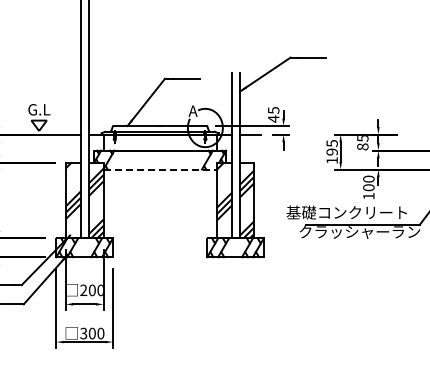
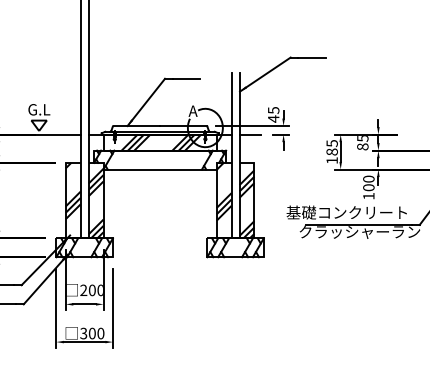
hatch at (161, 142): none -> present
text at (331, 151): 195 -> 185
line at (160, 169): dashed -> solid
